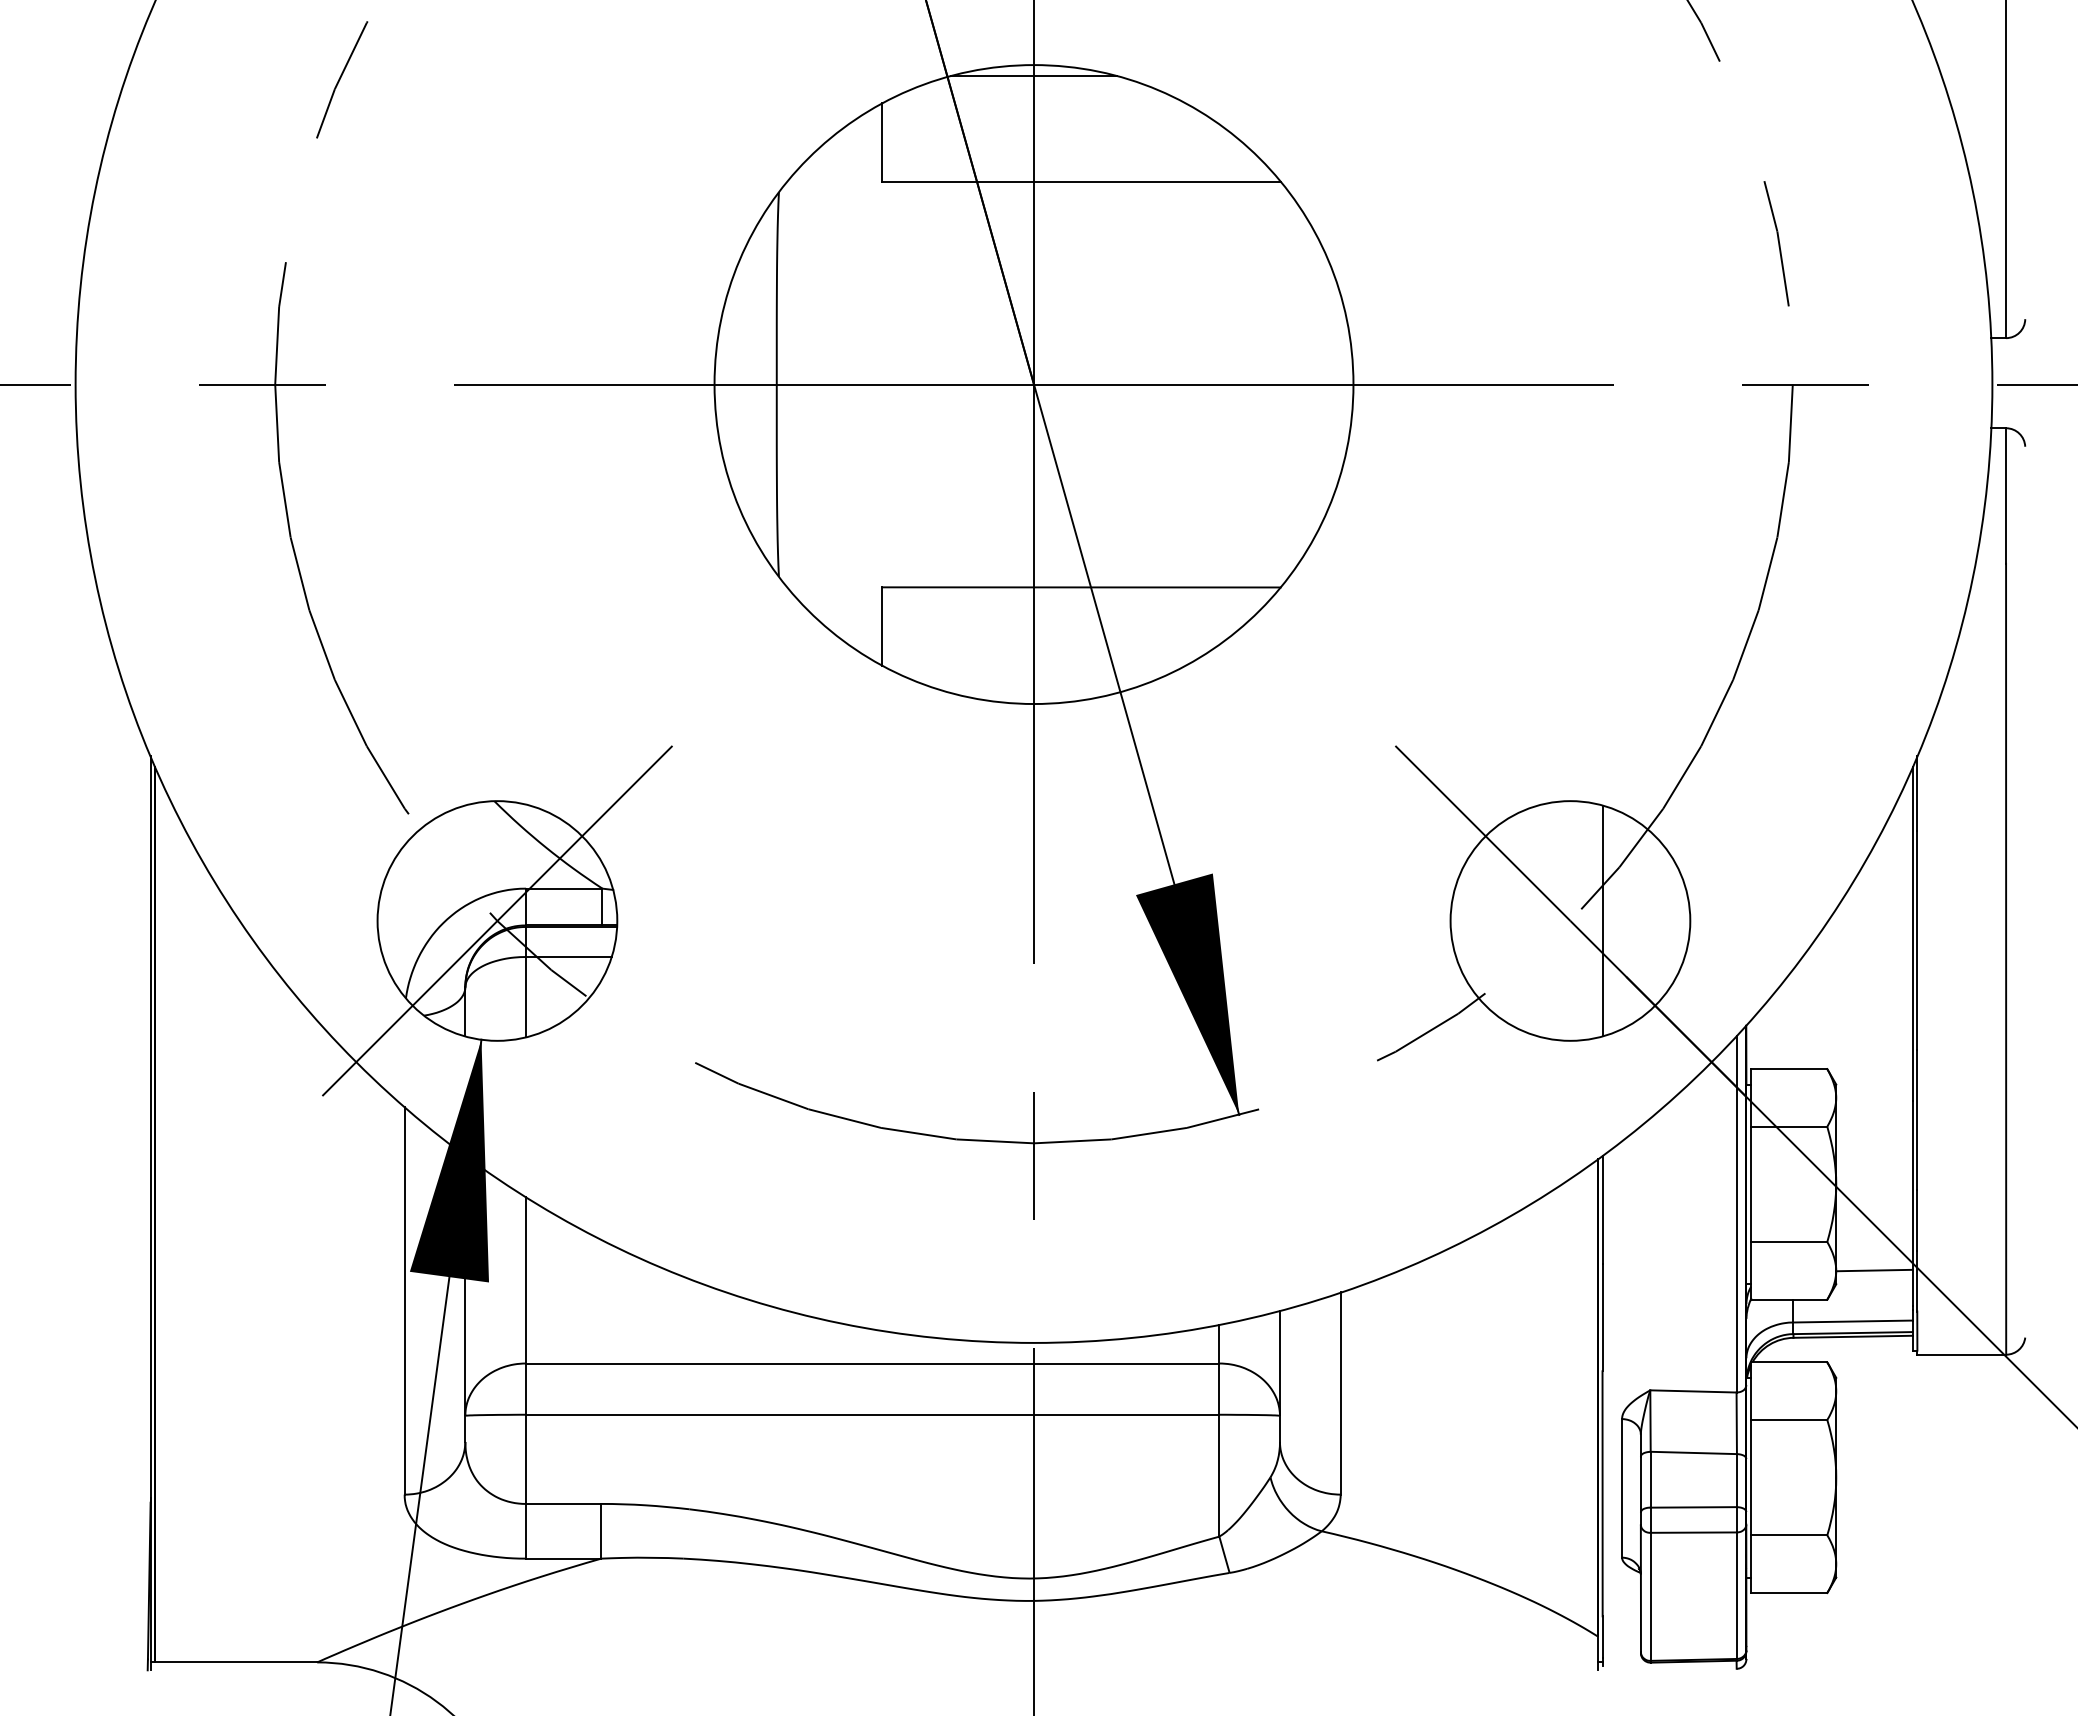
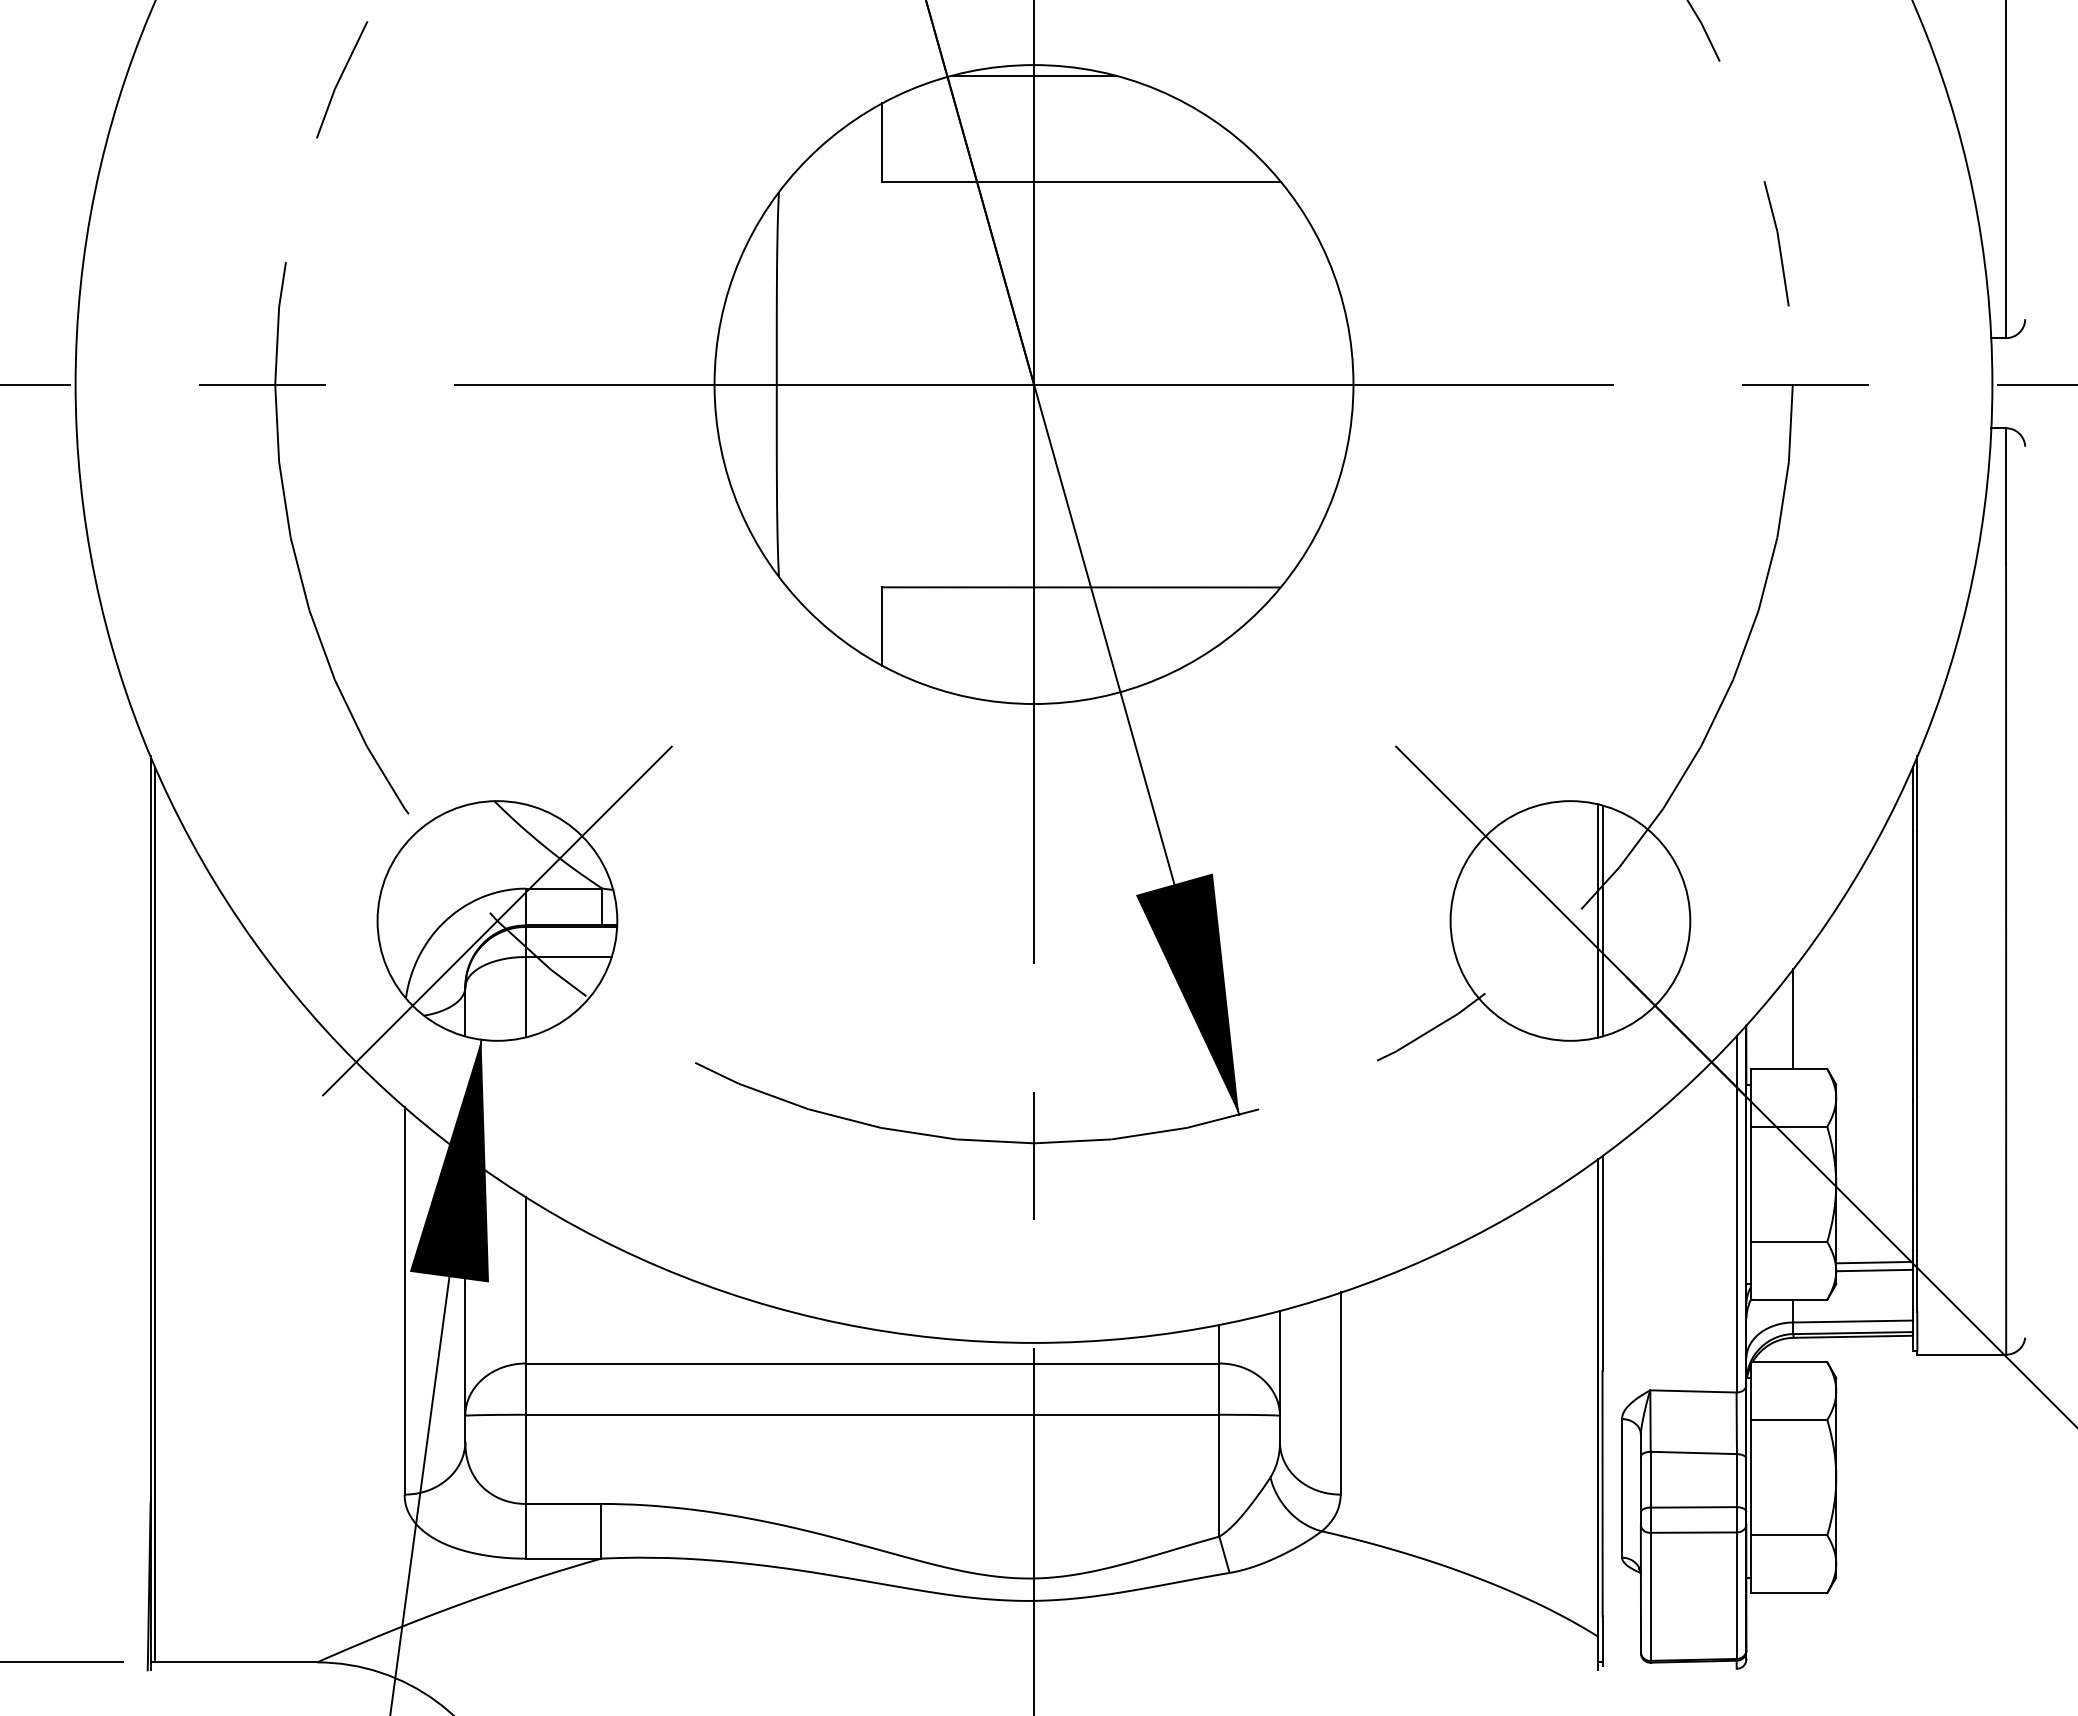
line at (1597, 920): none -> present
line at (1793, 1019): none -> present
line at (1874, 1262): none -> present
line at (62, 1662): none -> present
